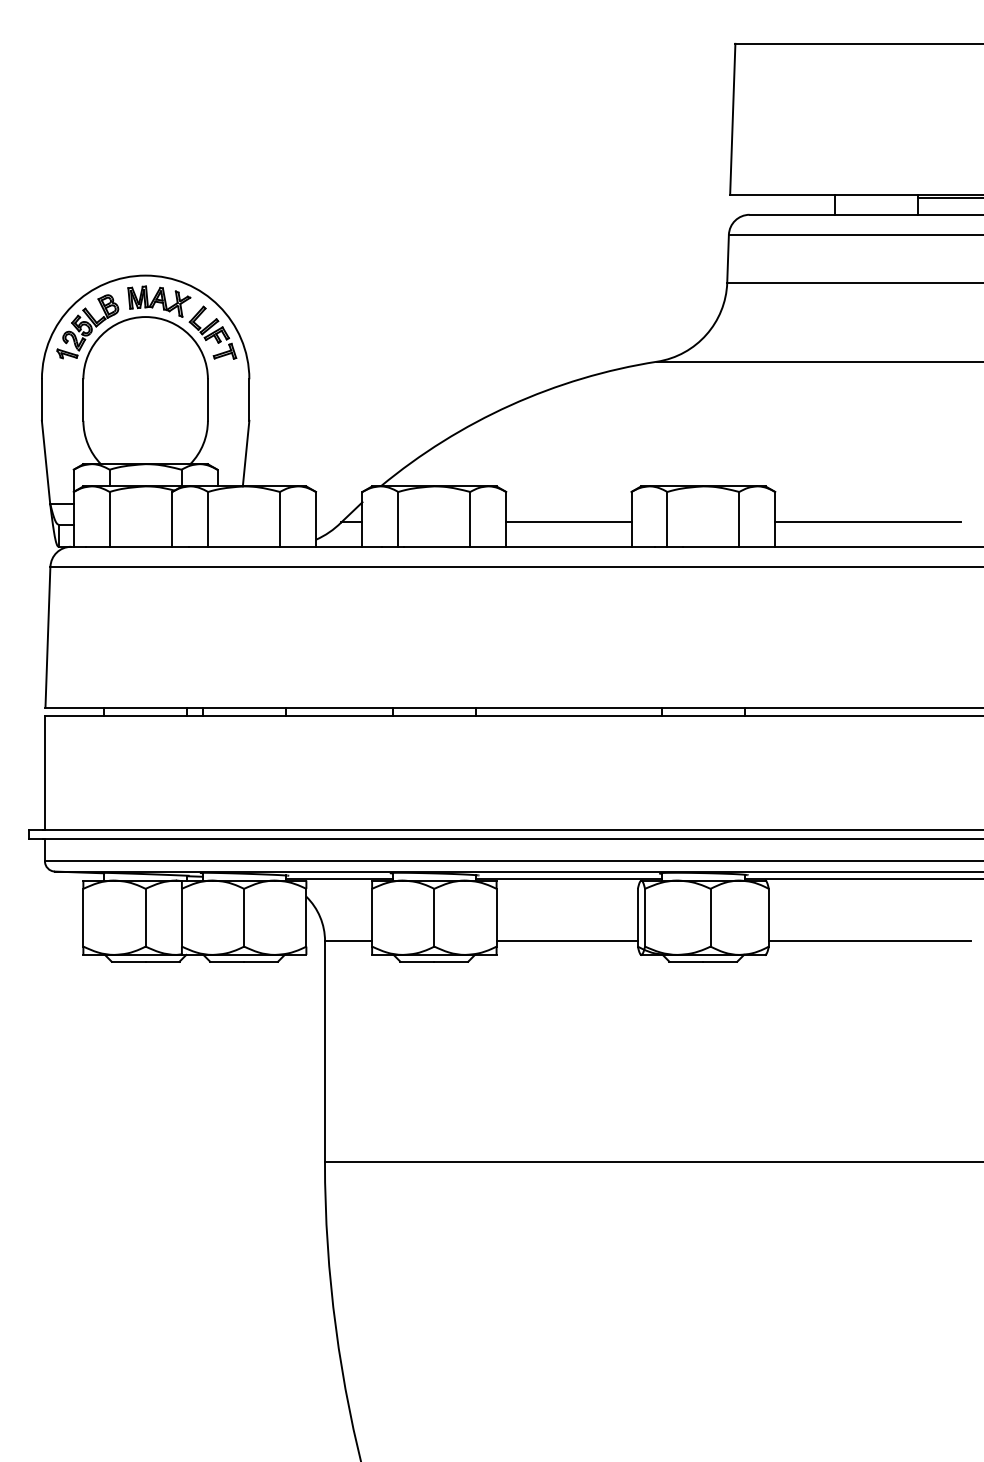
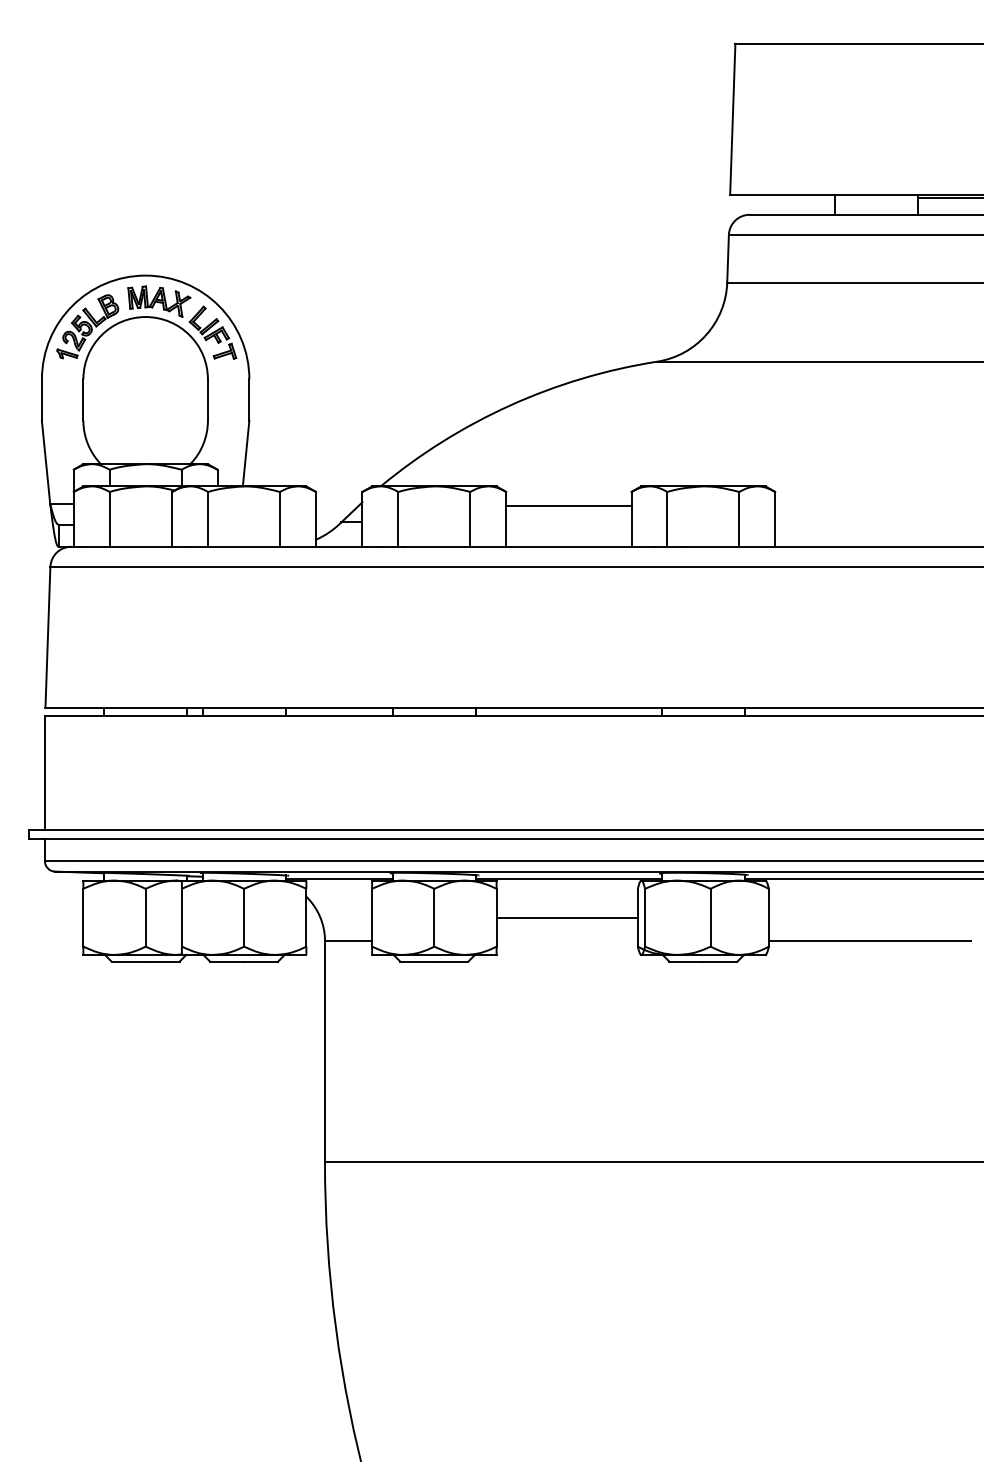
line at (568, 522) position: (568, 522) -> (568, 506)
line at (867, 522): present -> none
line at (566, 941) position: (566, 941) -> (566, 918)
